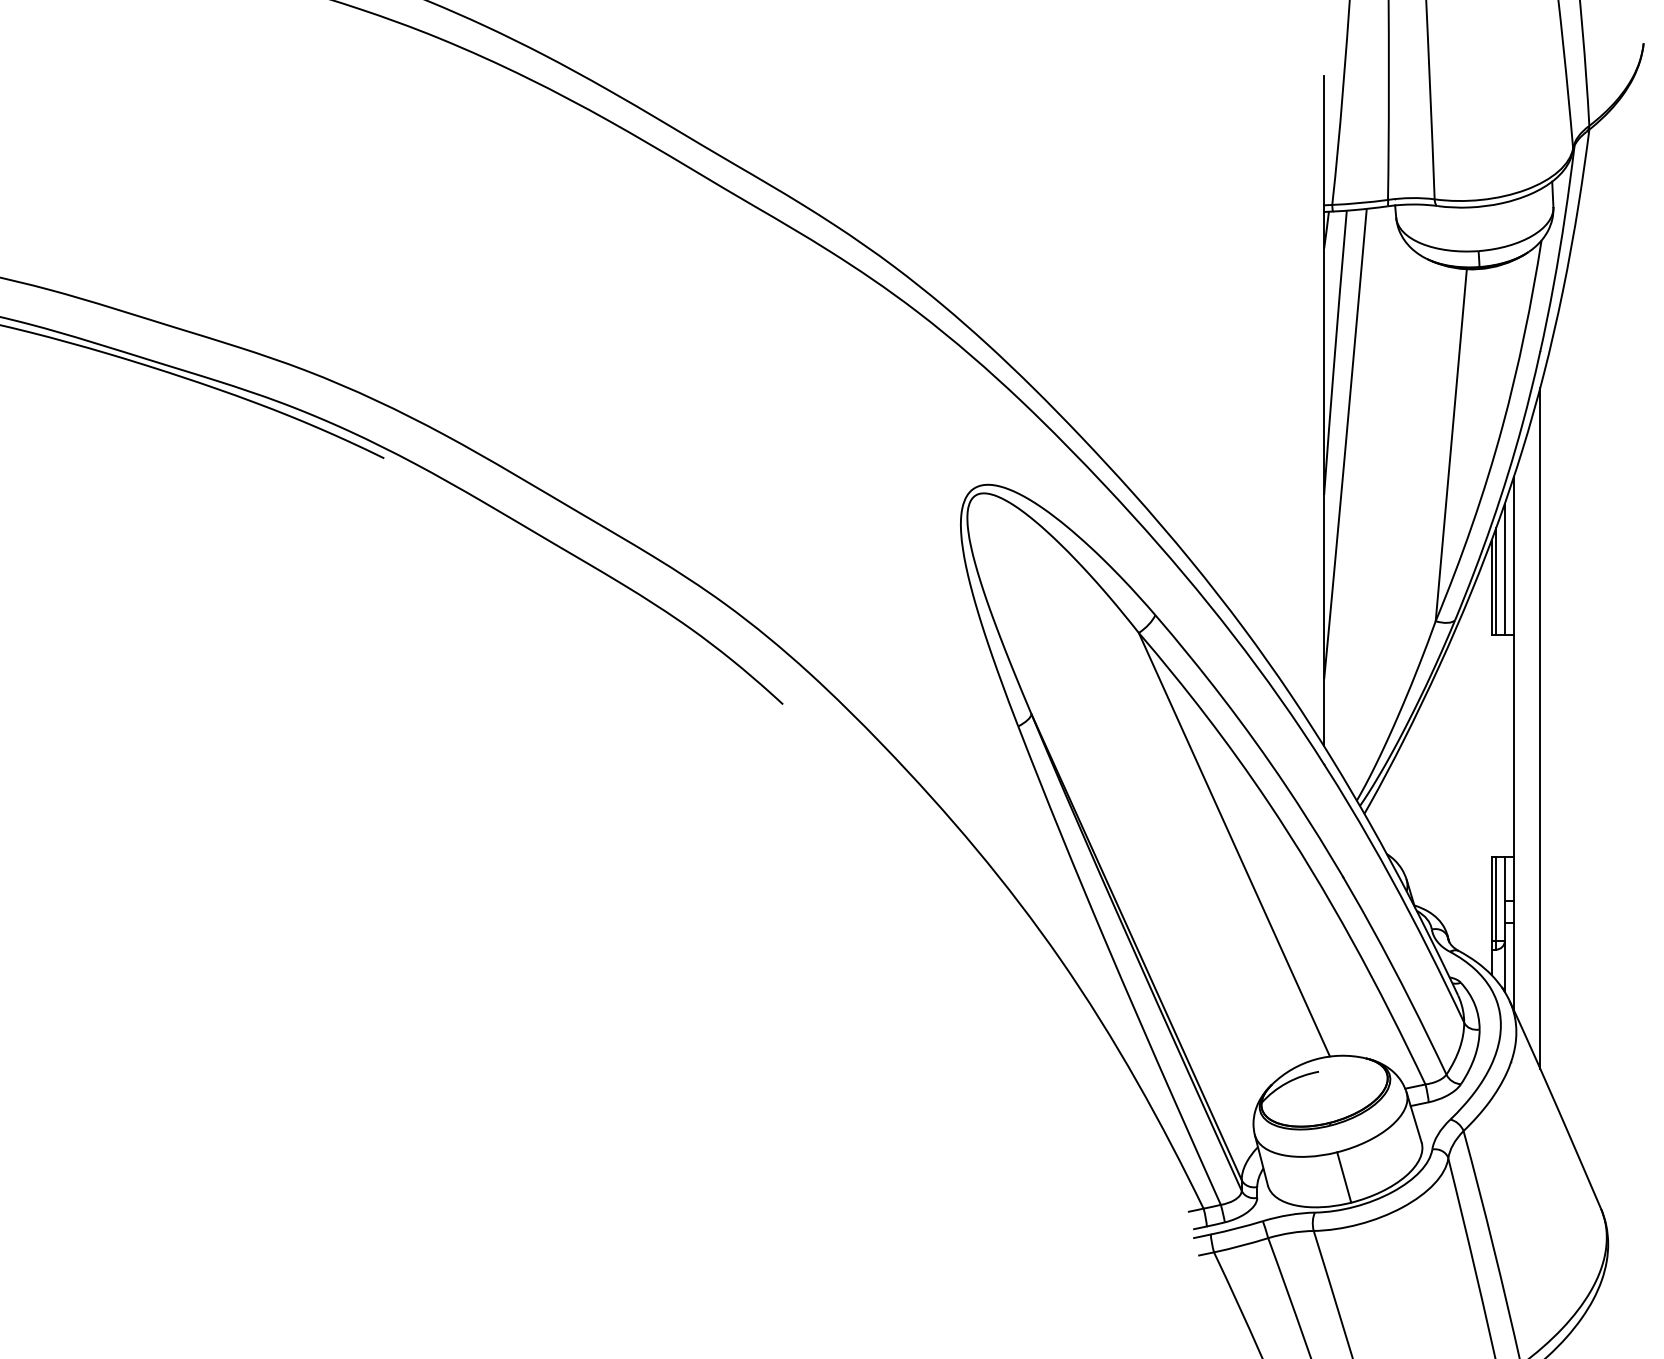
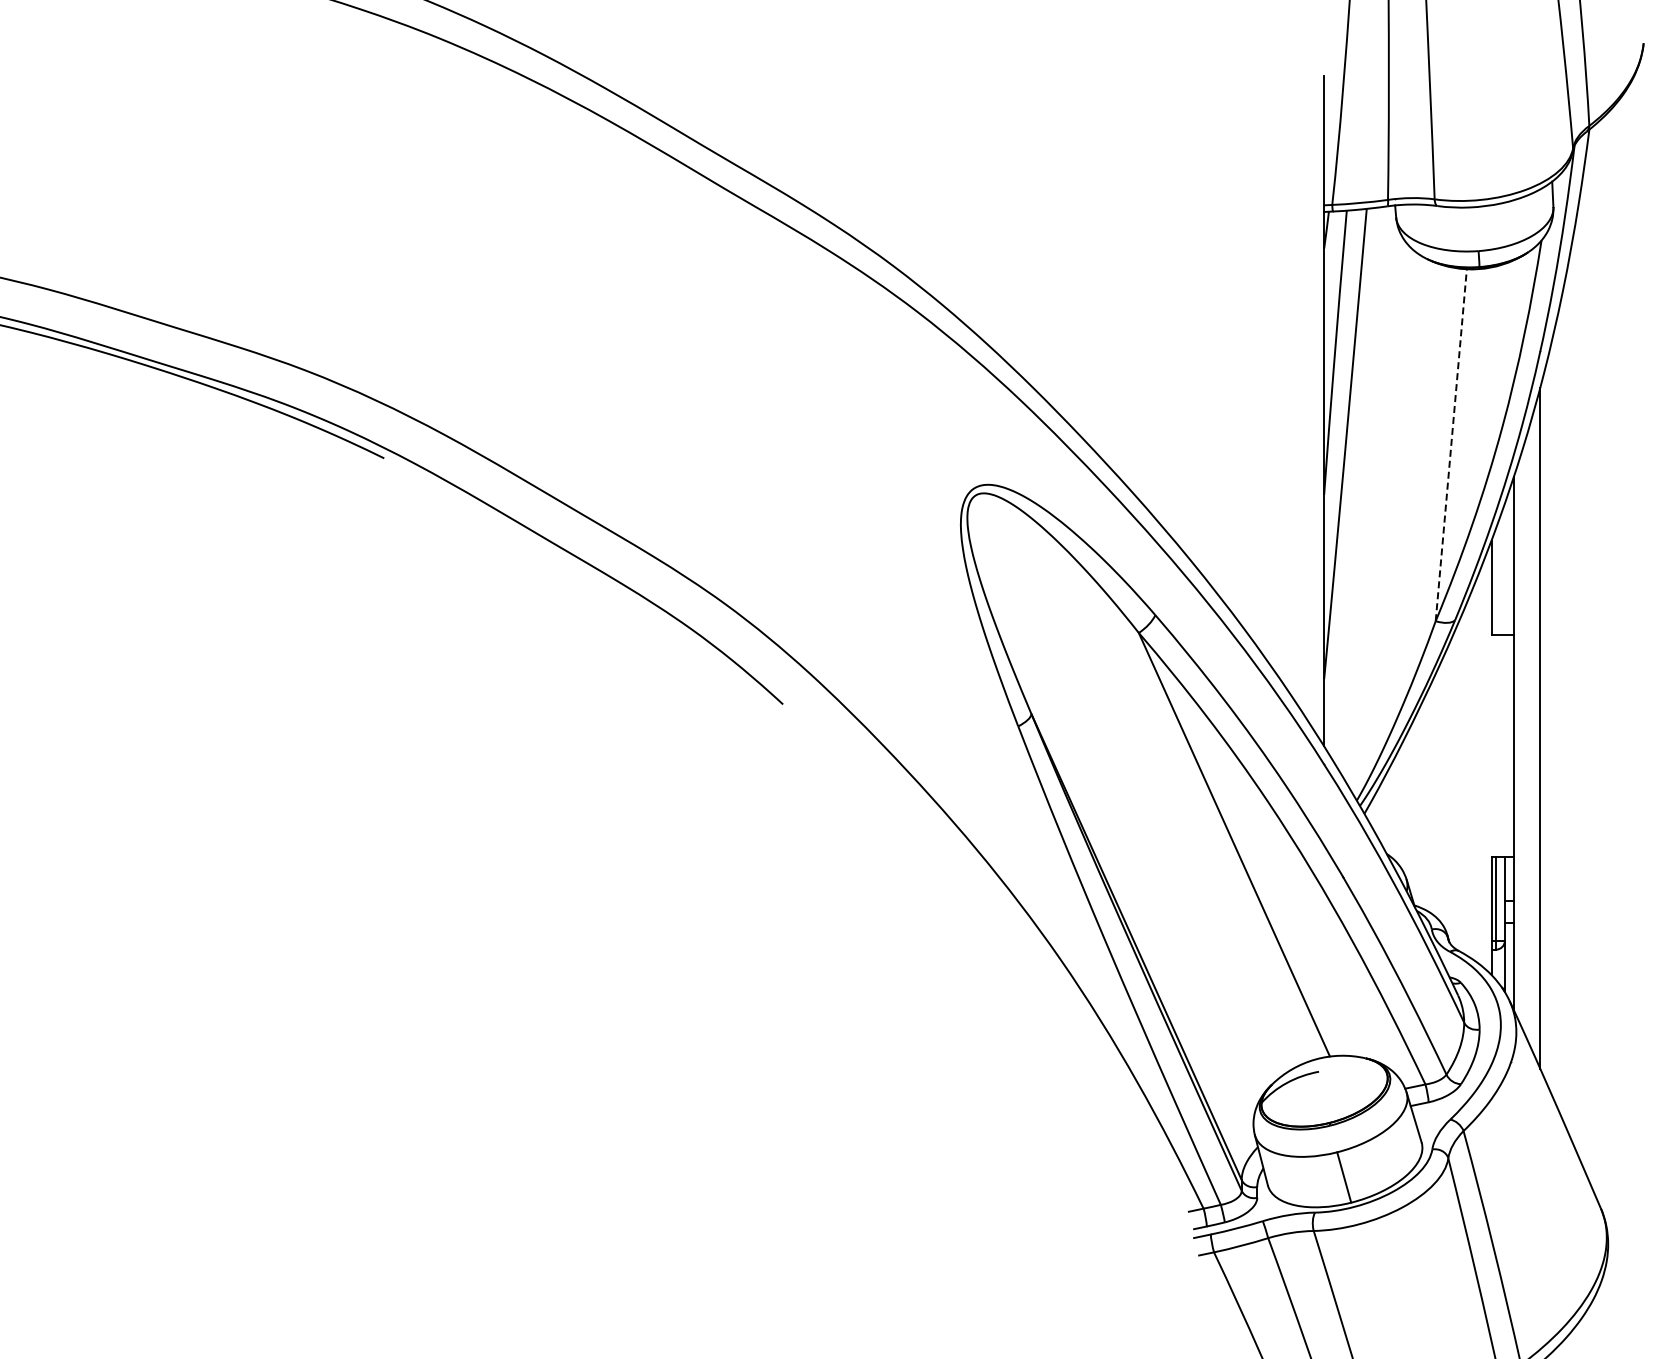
line at (1451, 445): solid -> dashed
line at (1504, 568): present -> none
line at (1496, 581): present -> none
